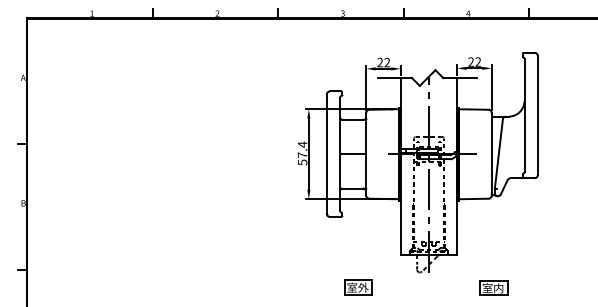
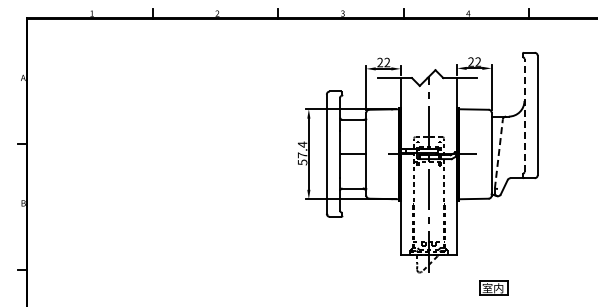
line at (524, 115): solid -> dashed
line at (498, 154): solid -> dashed
part at (358, 287): present -> none
